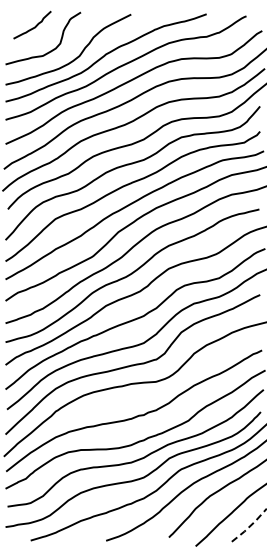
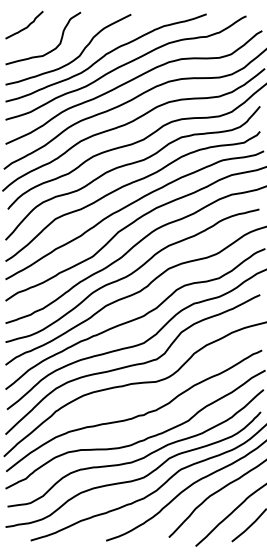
curve at (34, 26) position: (34, 26) -> (26, 26)
line at (249, 526): dashed -> solid
